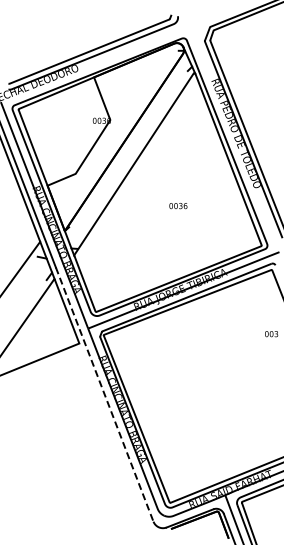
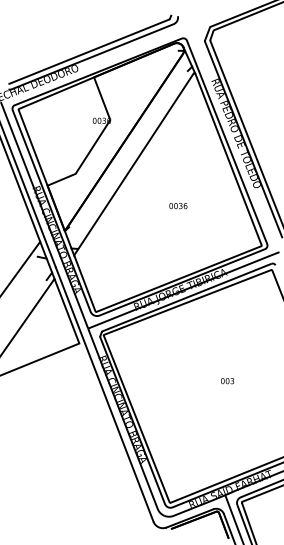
text at (271, 334) position: (271, 334) -> (227, 381)
line at (104, 395): dashed -> solid
